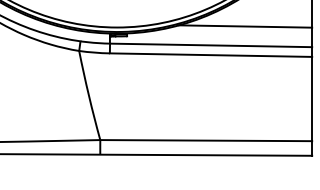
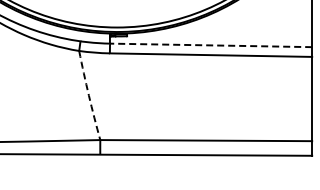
line at (245, 26): present -> none
line at (210, 45): solid -> dashed
arc at (88, 95): solid -> dashed
